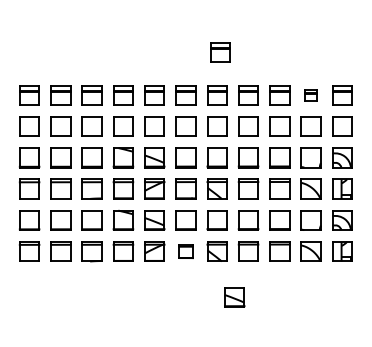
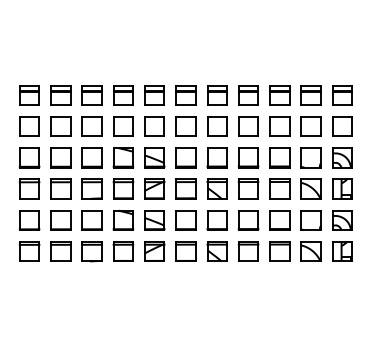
part at (220, 52): present -> none
part at (310, 95) size: 14x13 px -> 22x21 px
part at (185, 251) size: 16x15 px -> 22x21 px
part at (234, 297): present -> none
